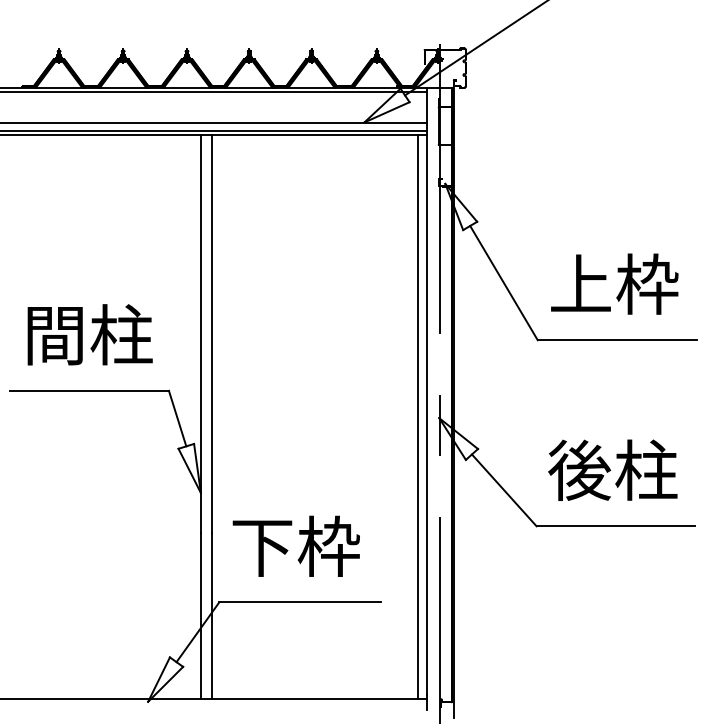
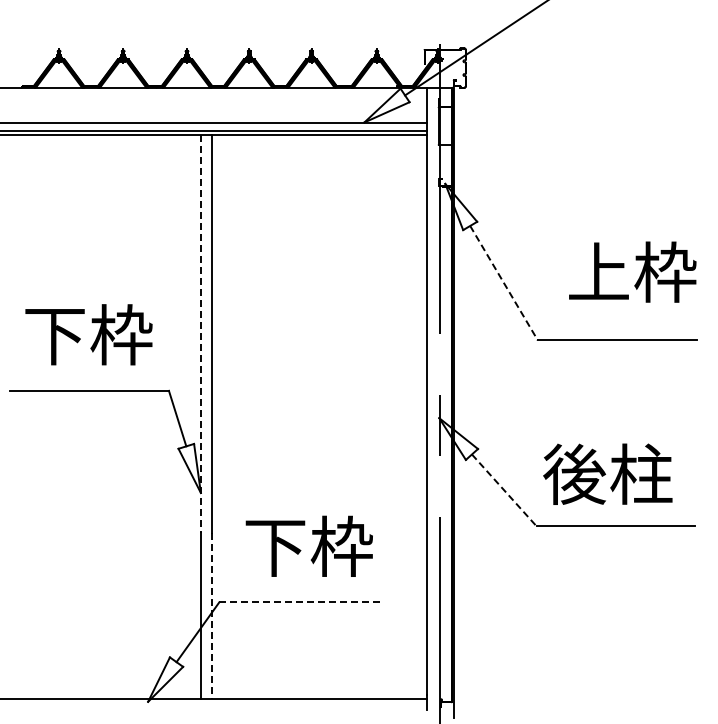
line at (214, 92): present -> none
line at (504, 283): solid -> dashed
text at (614, 283) position: (614, 283) -> (632, 271)
text at (88, 334): 間柱 -> 下枠
line at (200, 334): solid -> dashed
line at (417, 417): present -> none
text at (612, 469) position: (612, 469) -> (607, 473)
line at (504, 490): solid -> dashed
text at (295, 545) position: (295, 545) -> (308, 545)
line at (300, 602): solid -> dashed
line at (212, 616): solid -> dashed
